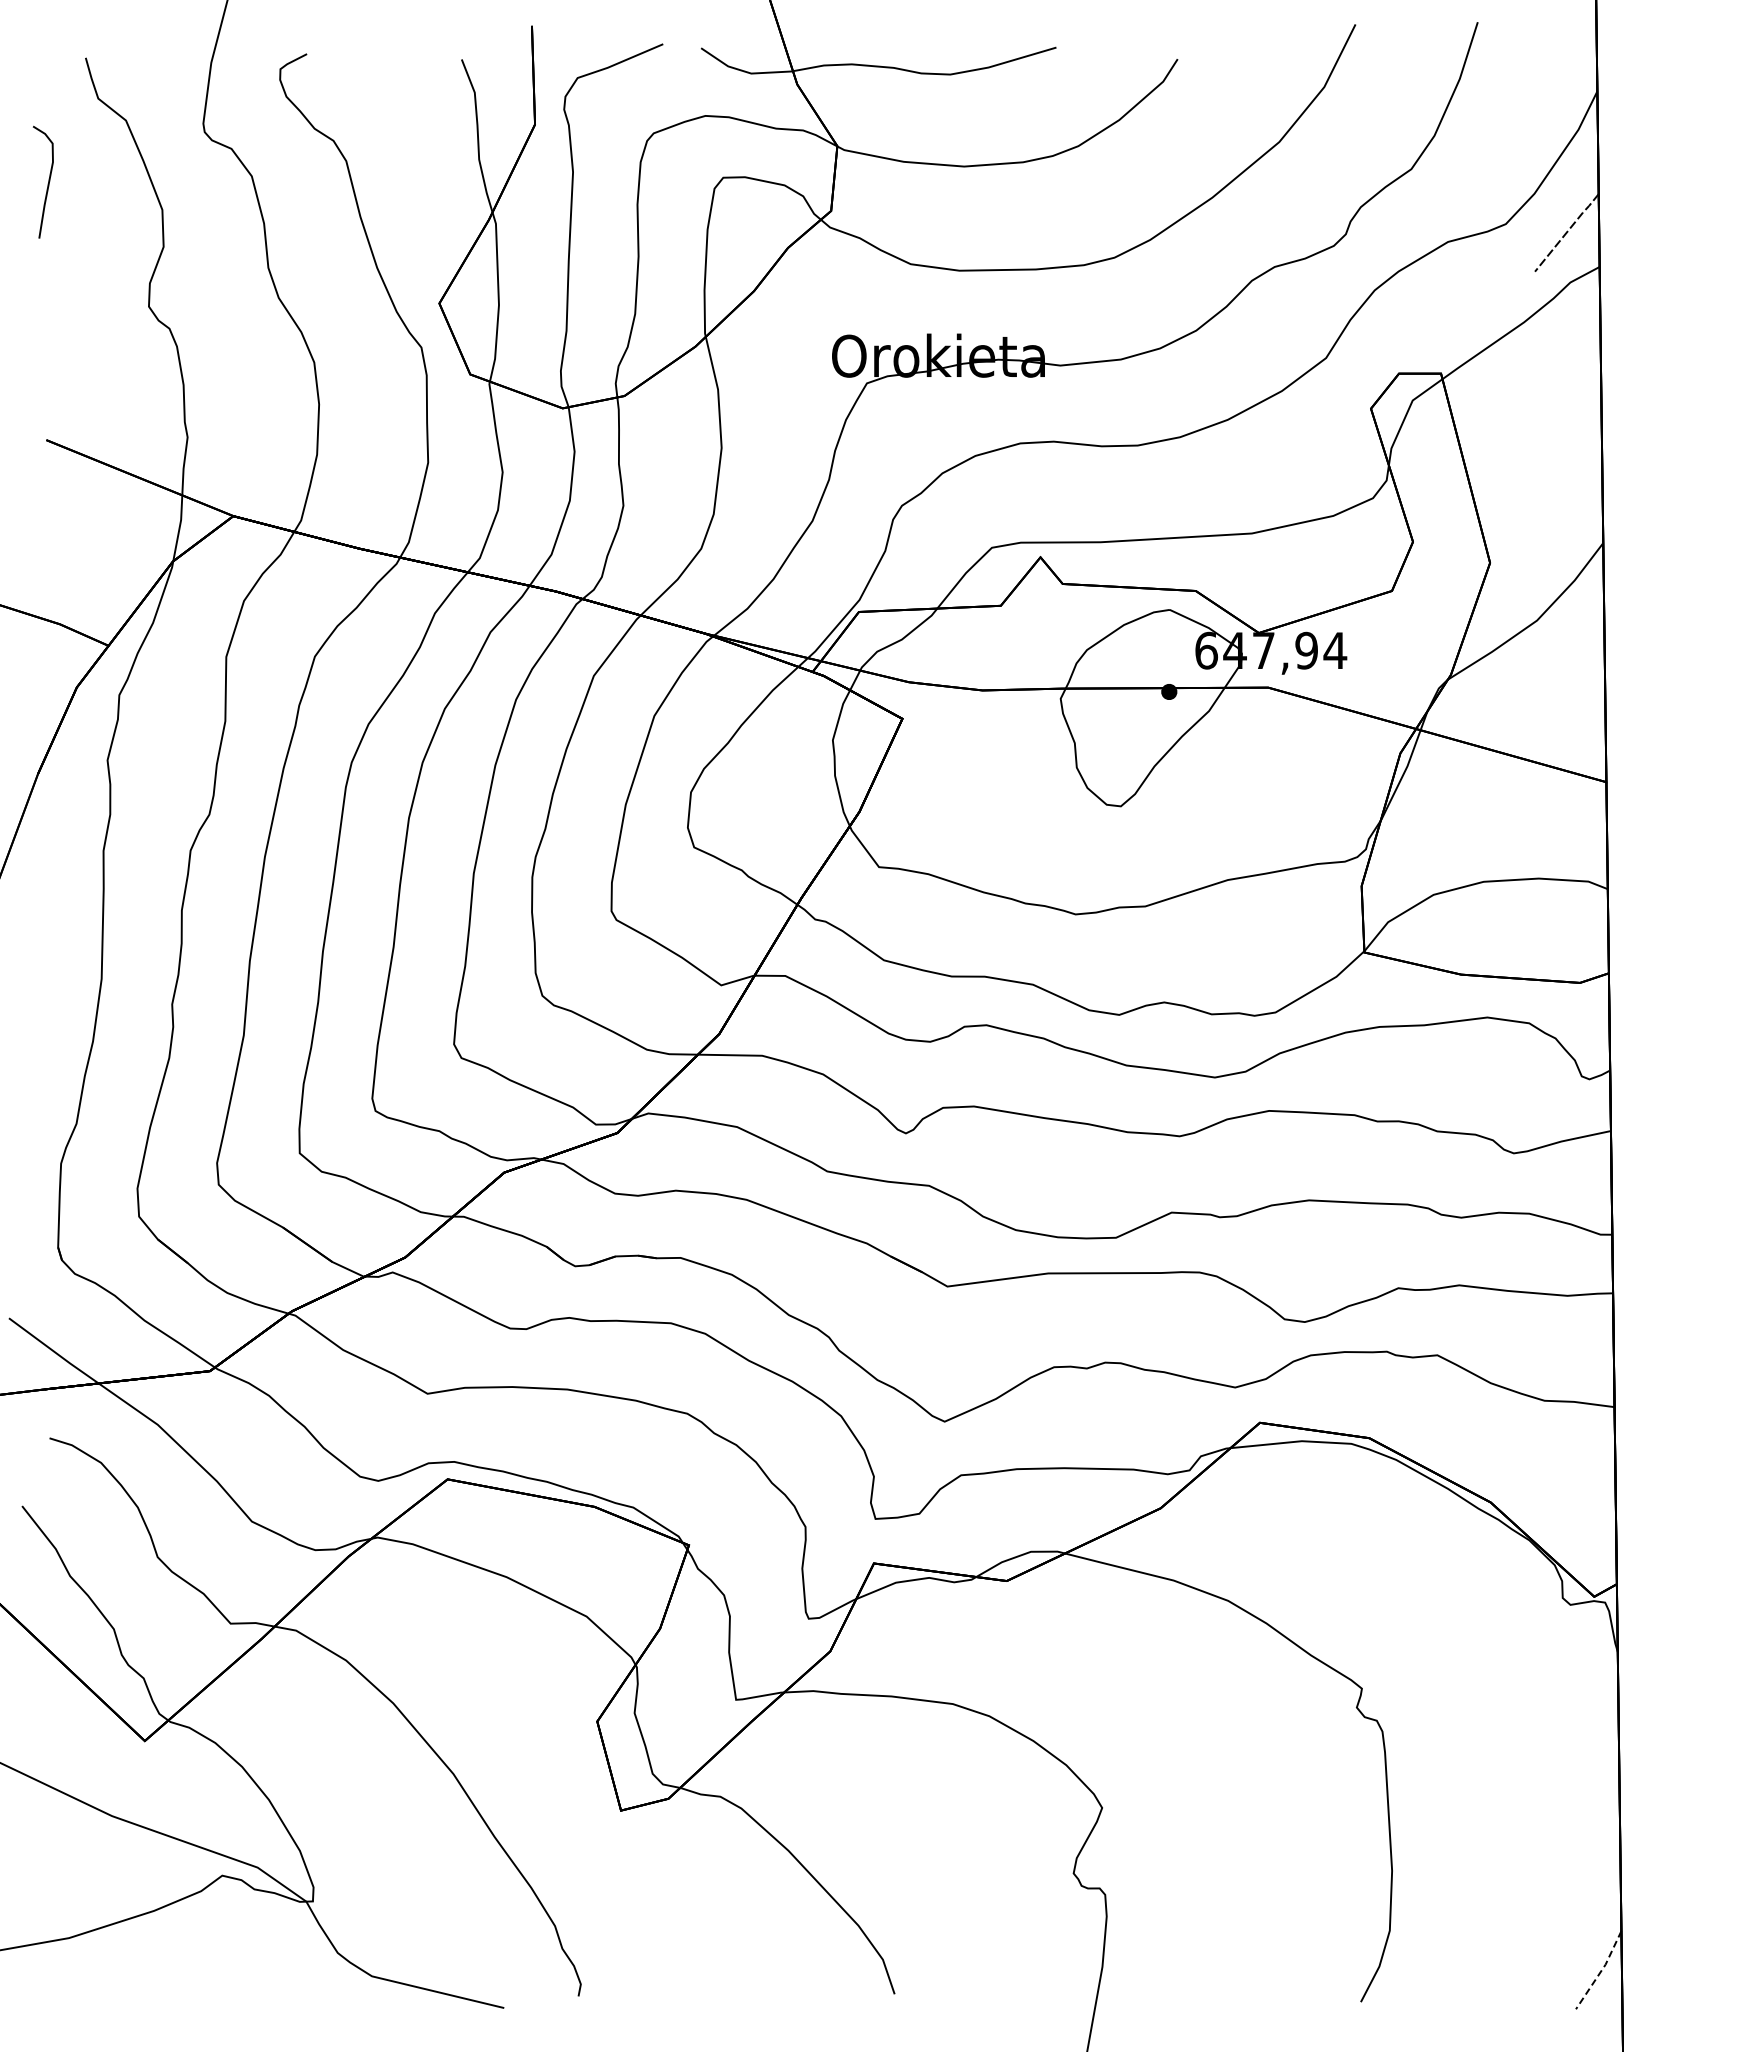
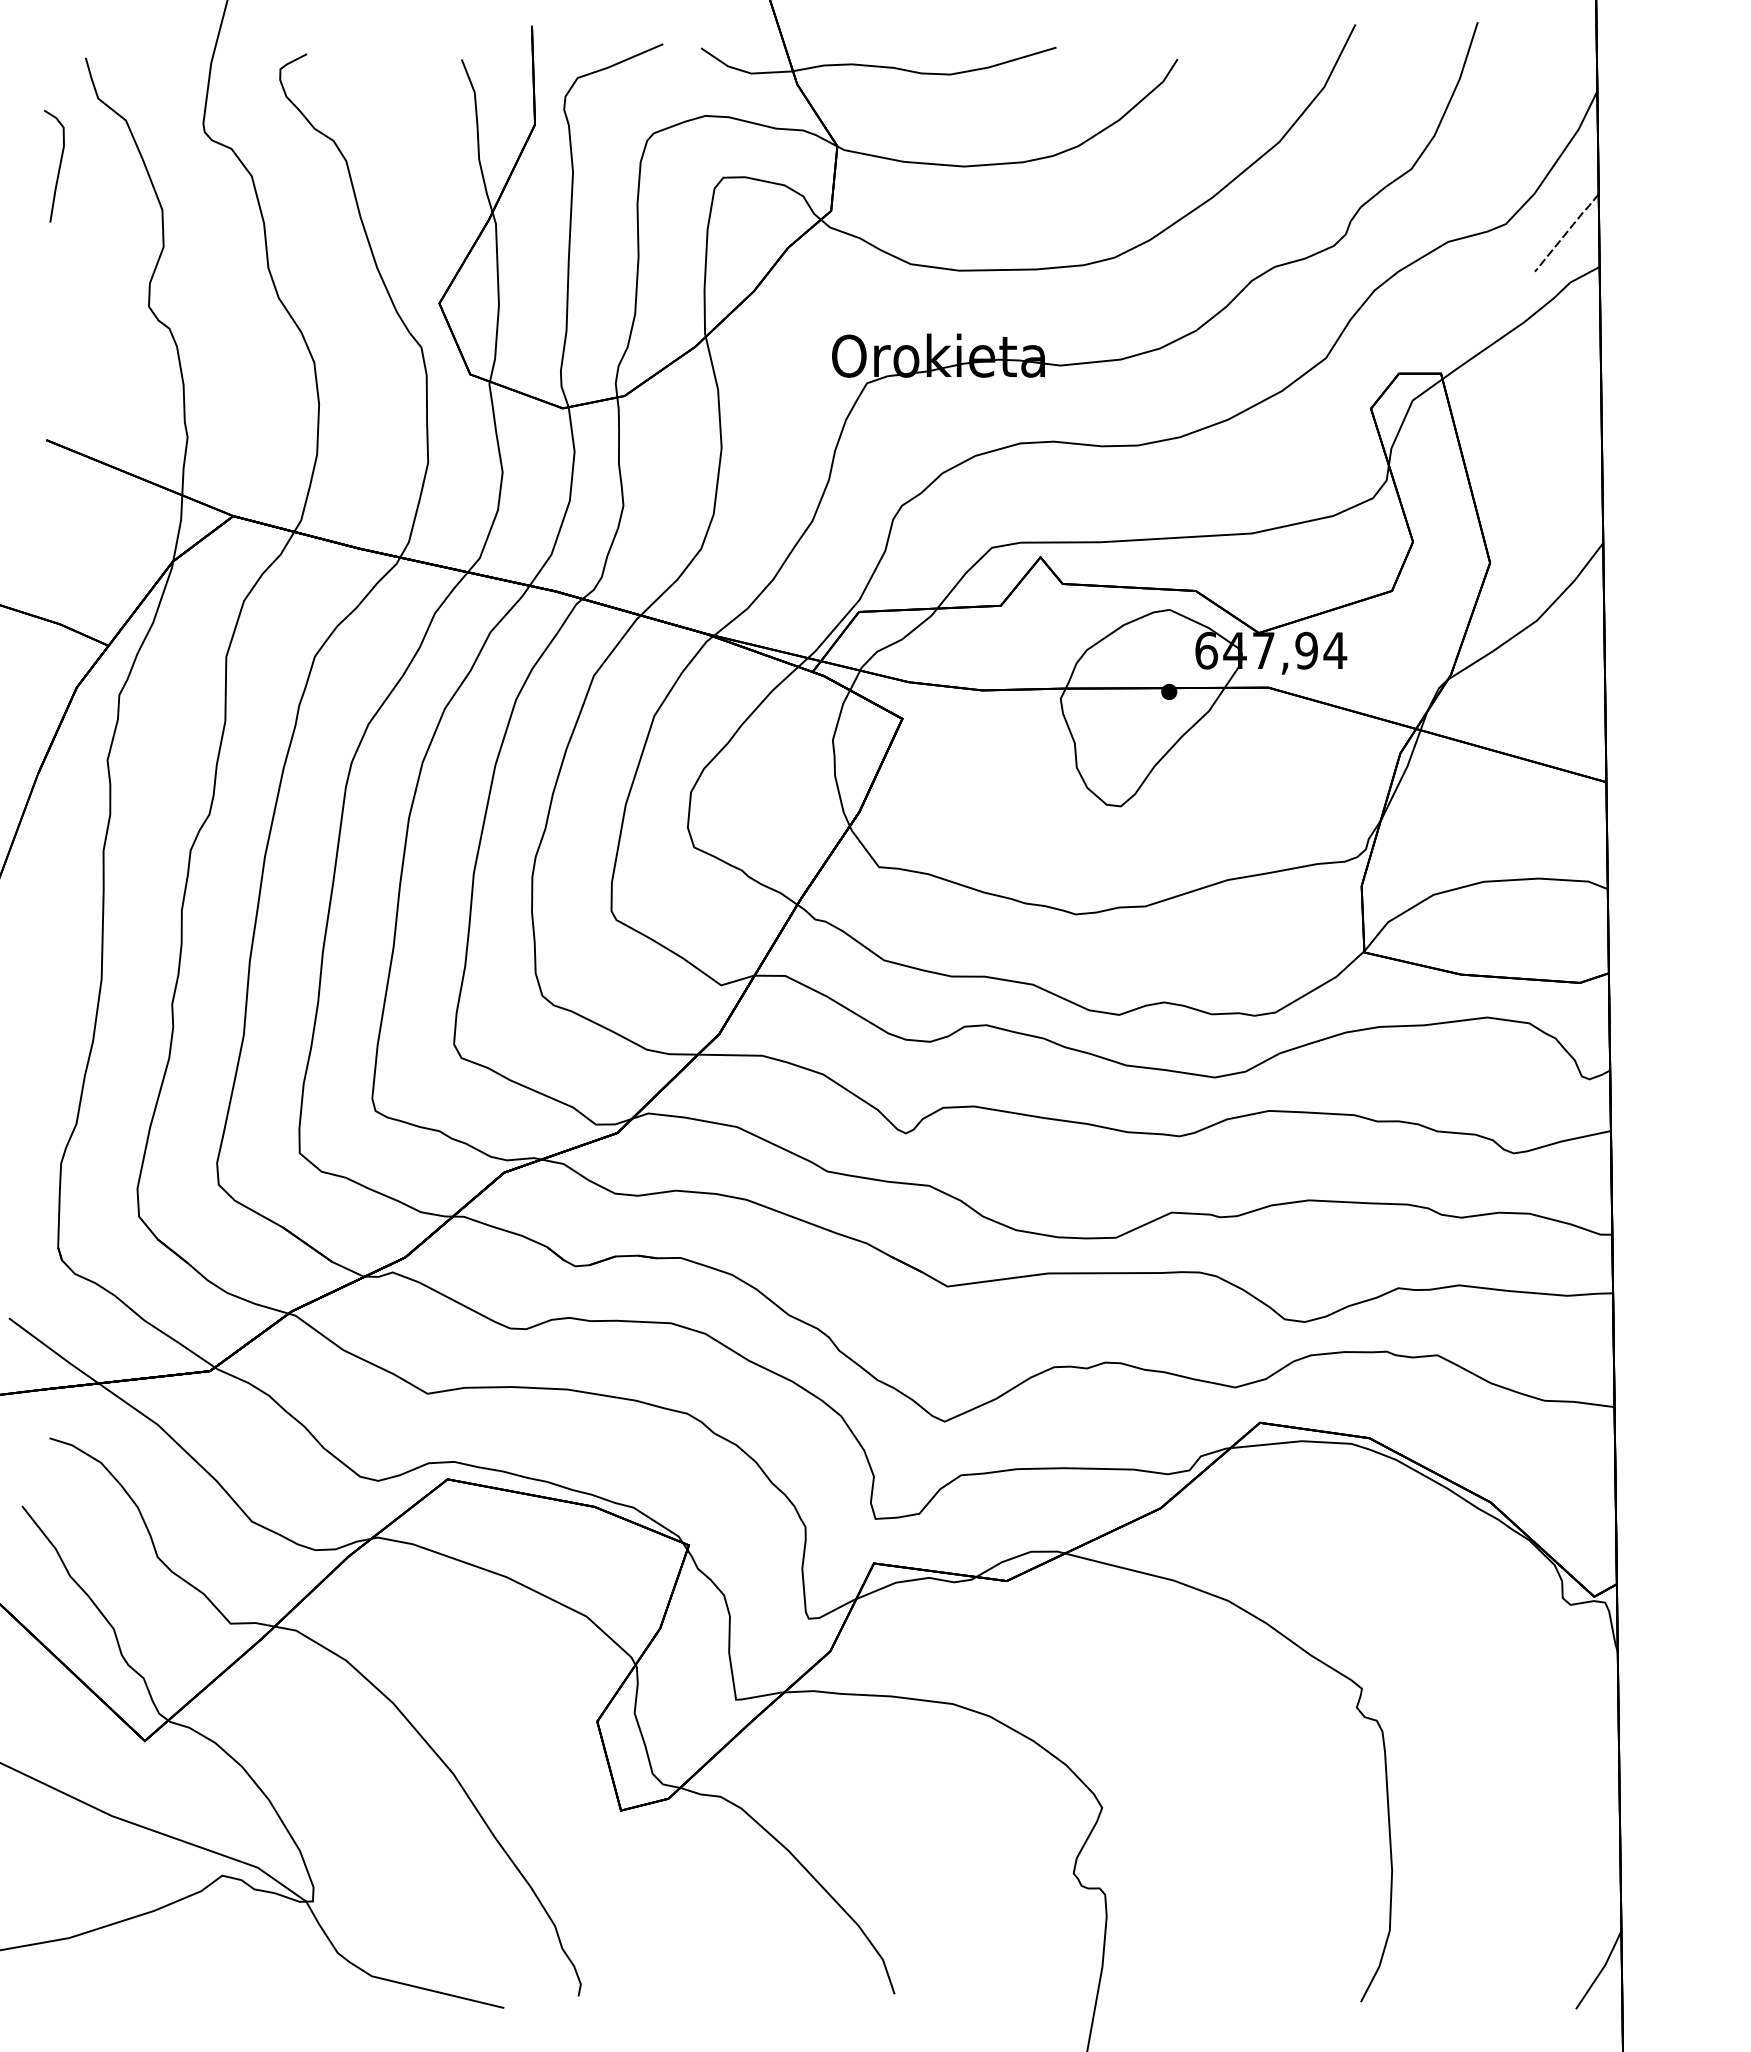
curve at (47, 183) position: (47, 183) -> (58, 167)
line at (1601, 1971): dashed -> solid
